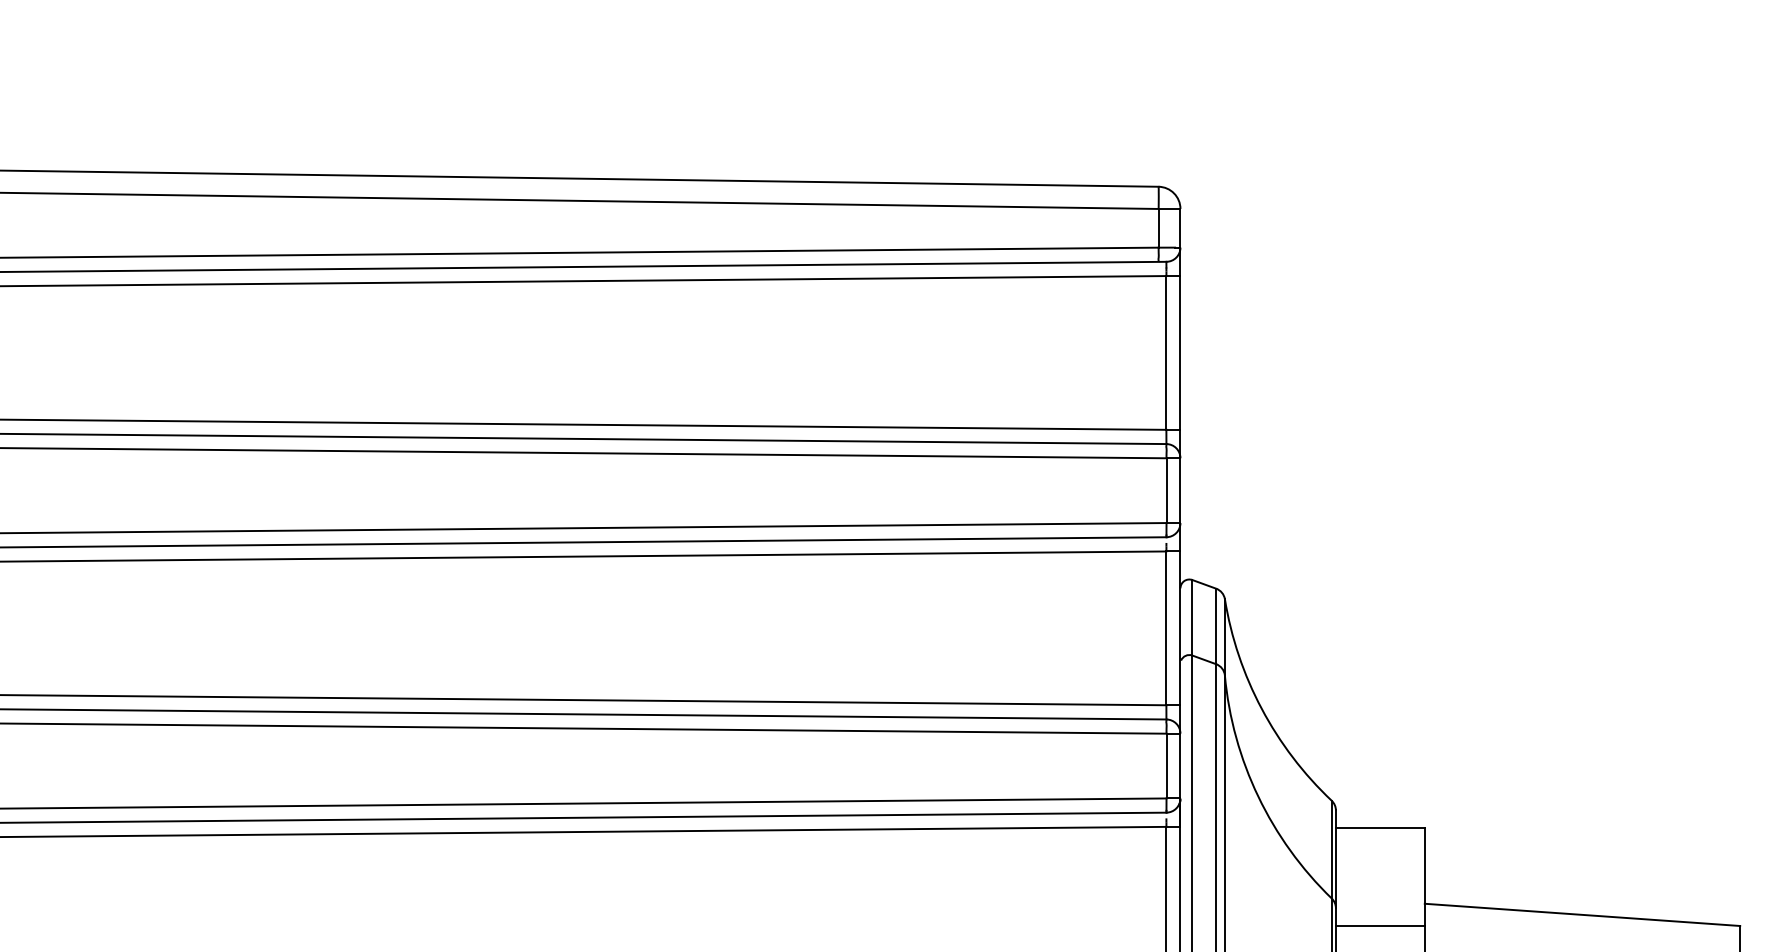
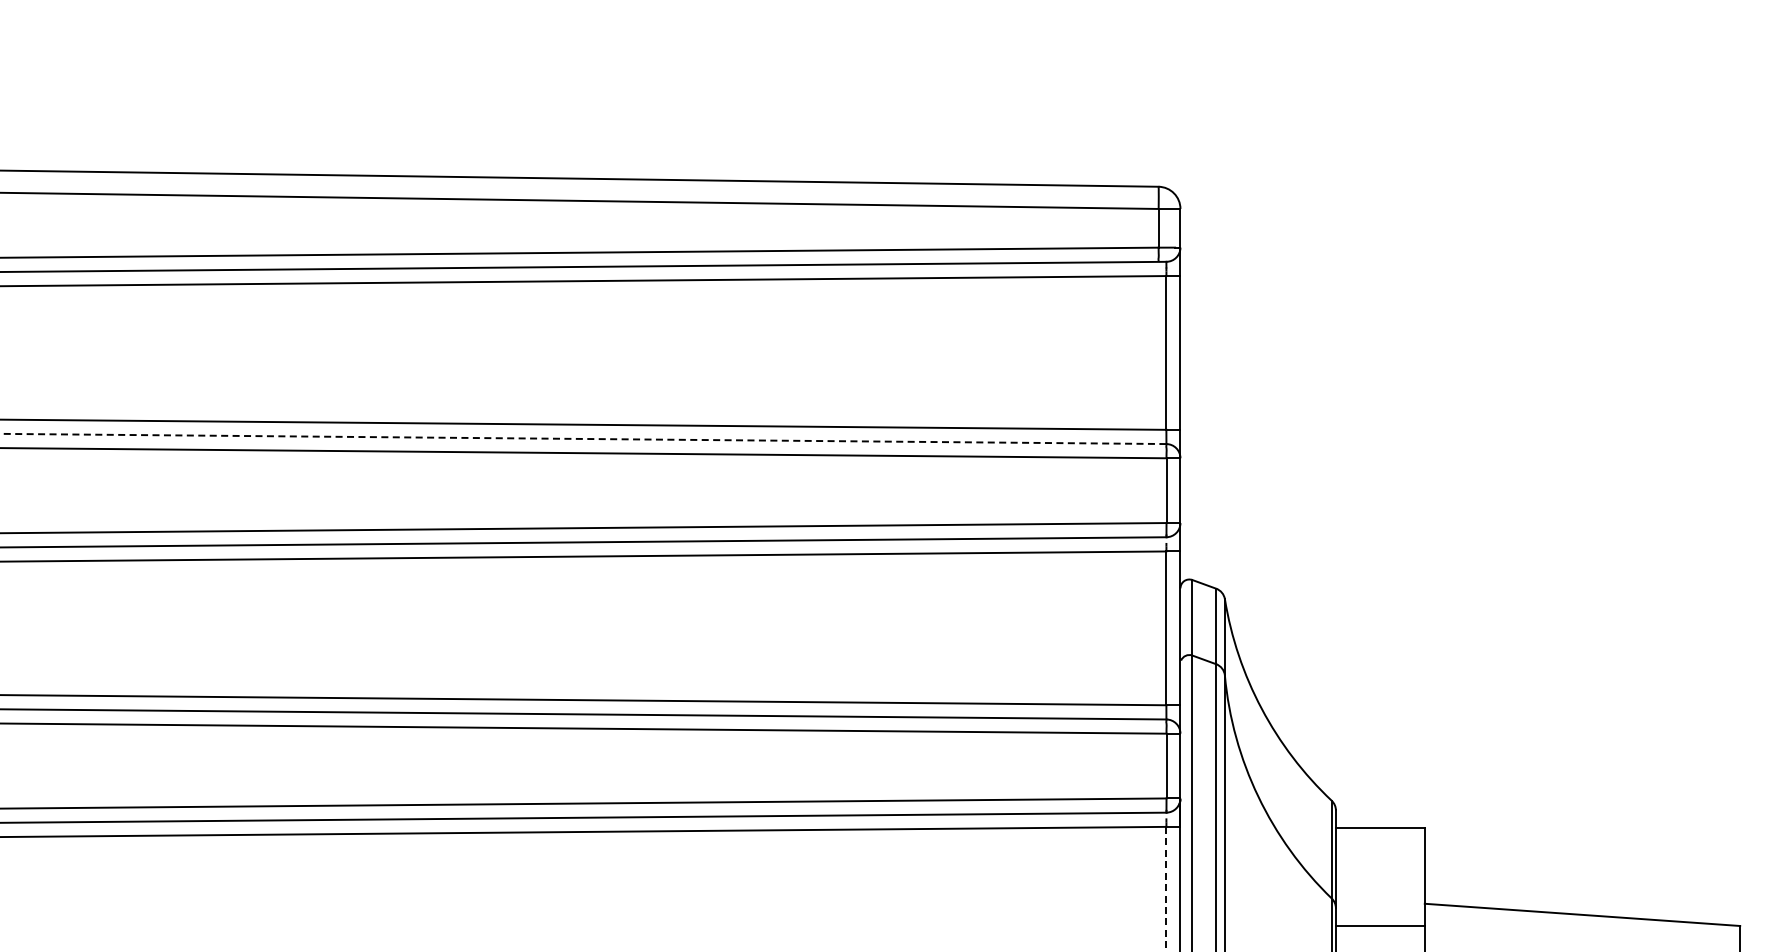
line at (582, 438): solid -> dashed
line at (1166, 889): solid -> dashed
